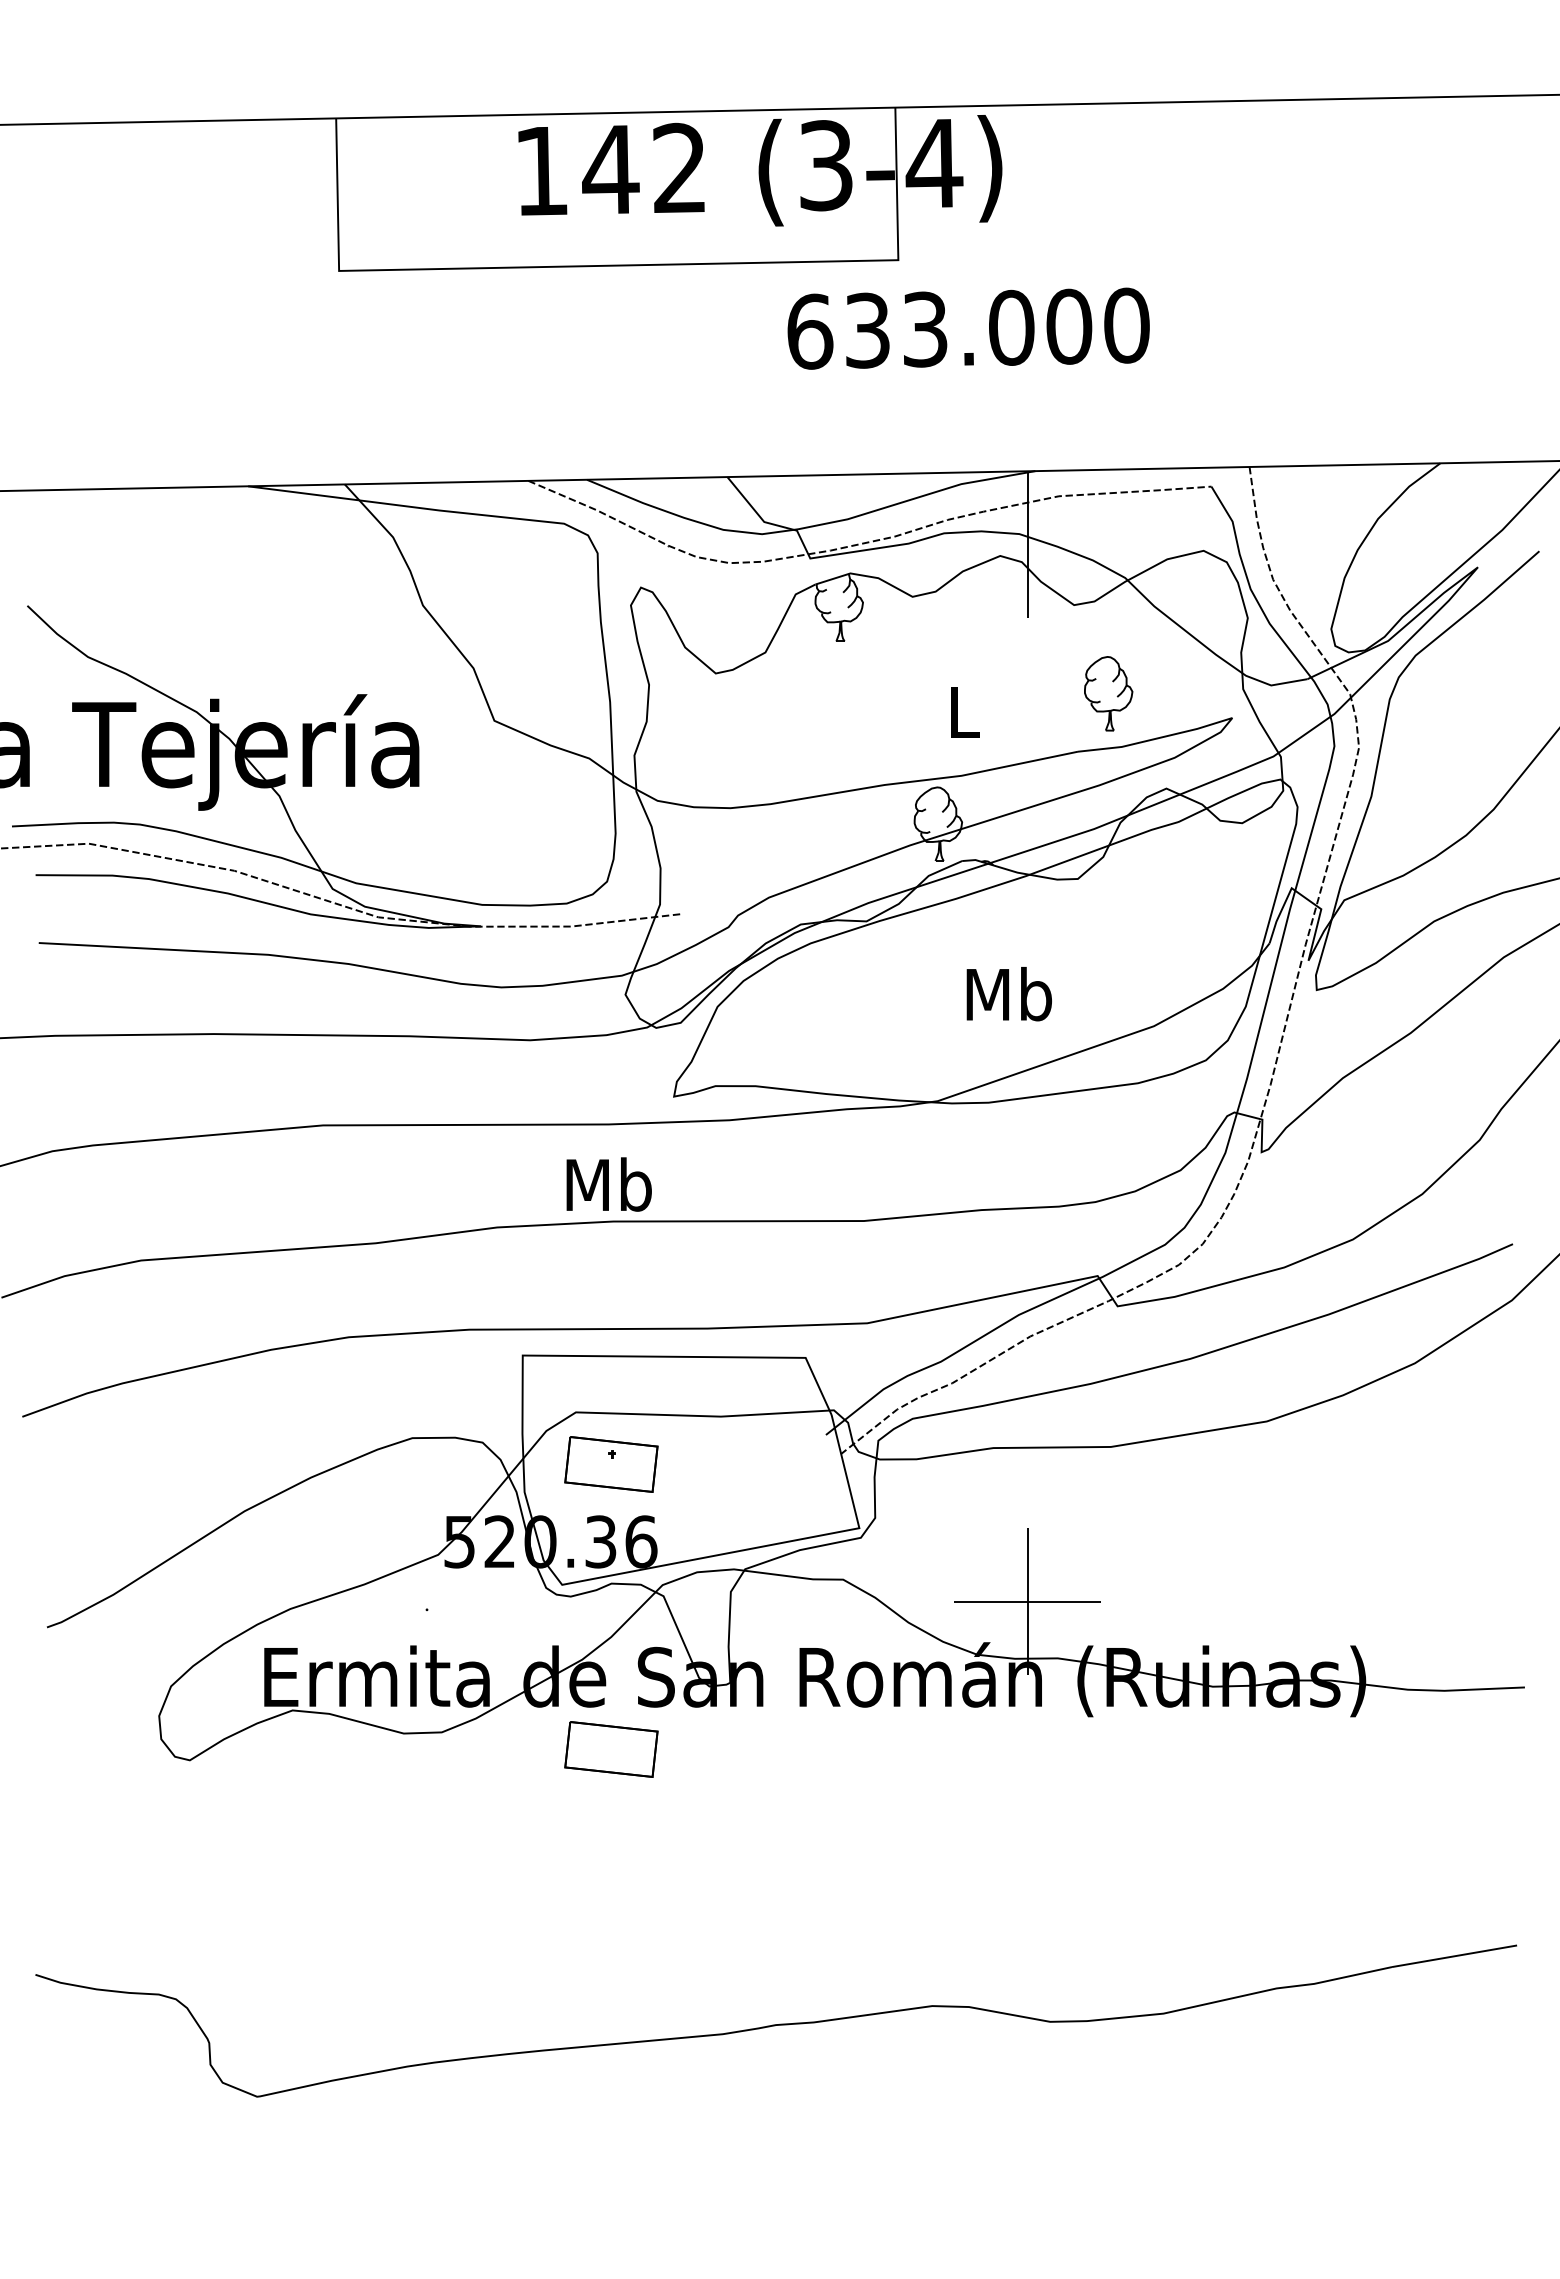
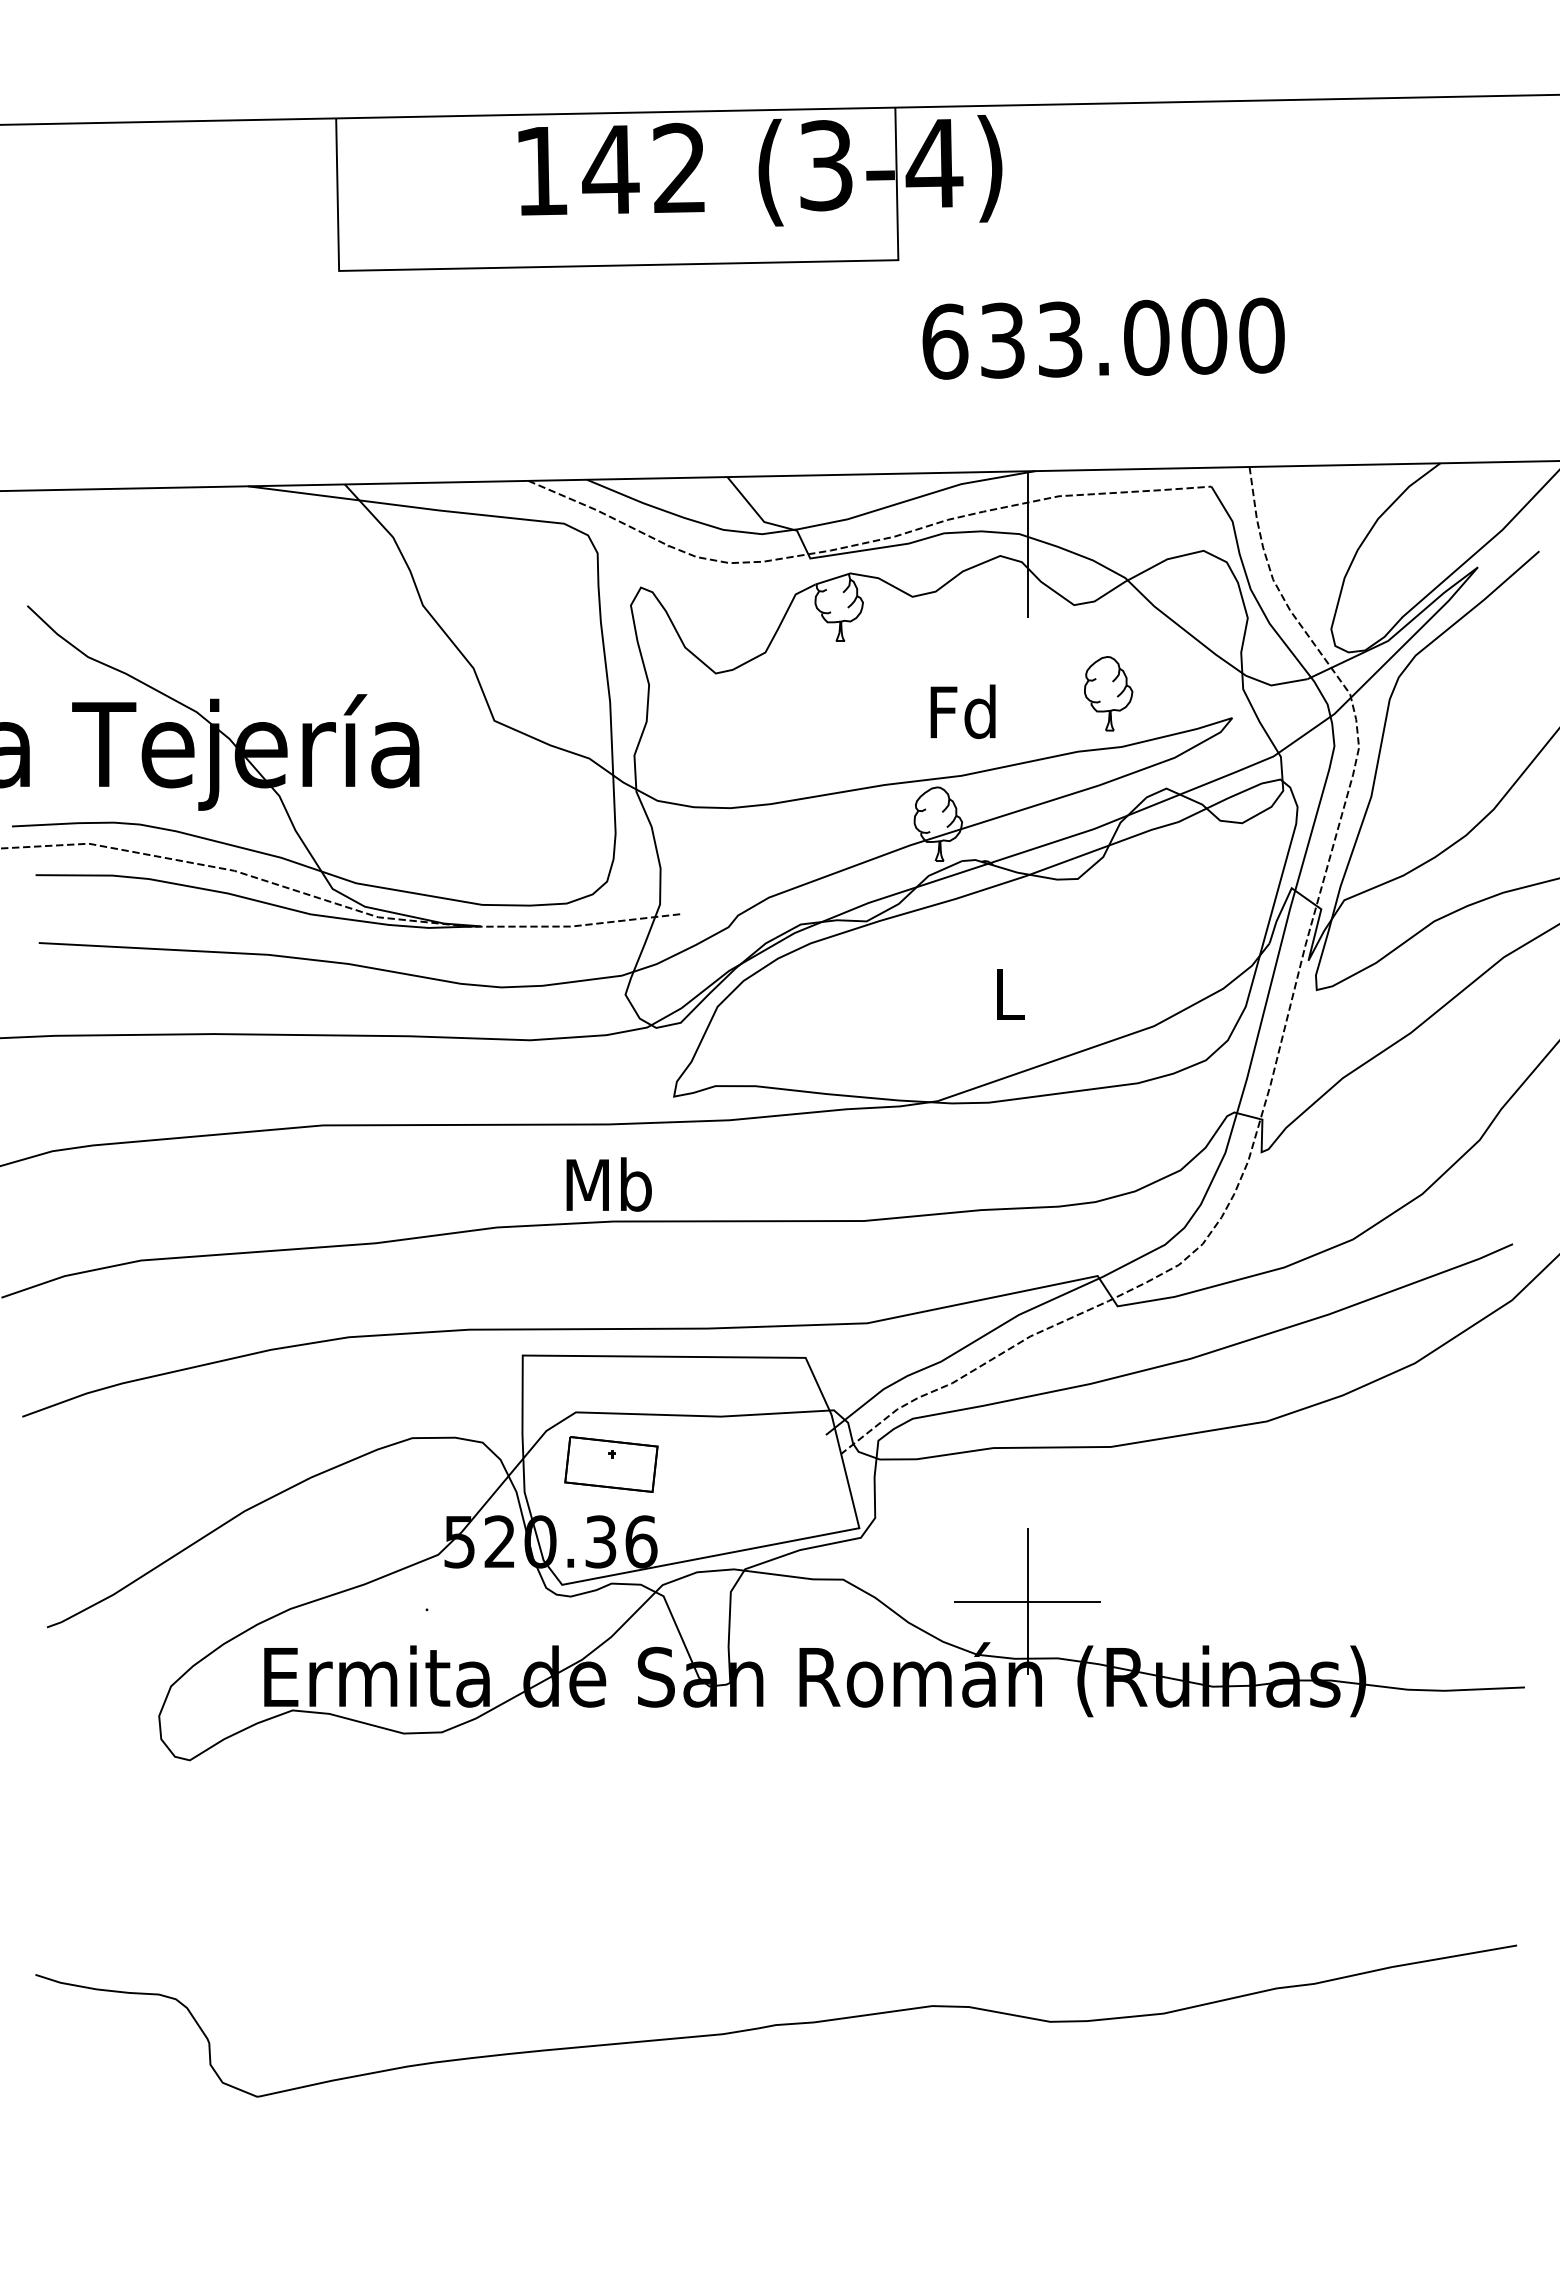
text at (968, 328) position: (968, 328) -> (1103, 338)
text at (962, 711): L -> Fd
text at (1009, 994): Mb -> L
part at (611, 1749): present -> none
